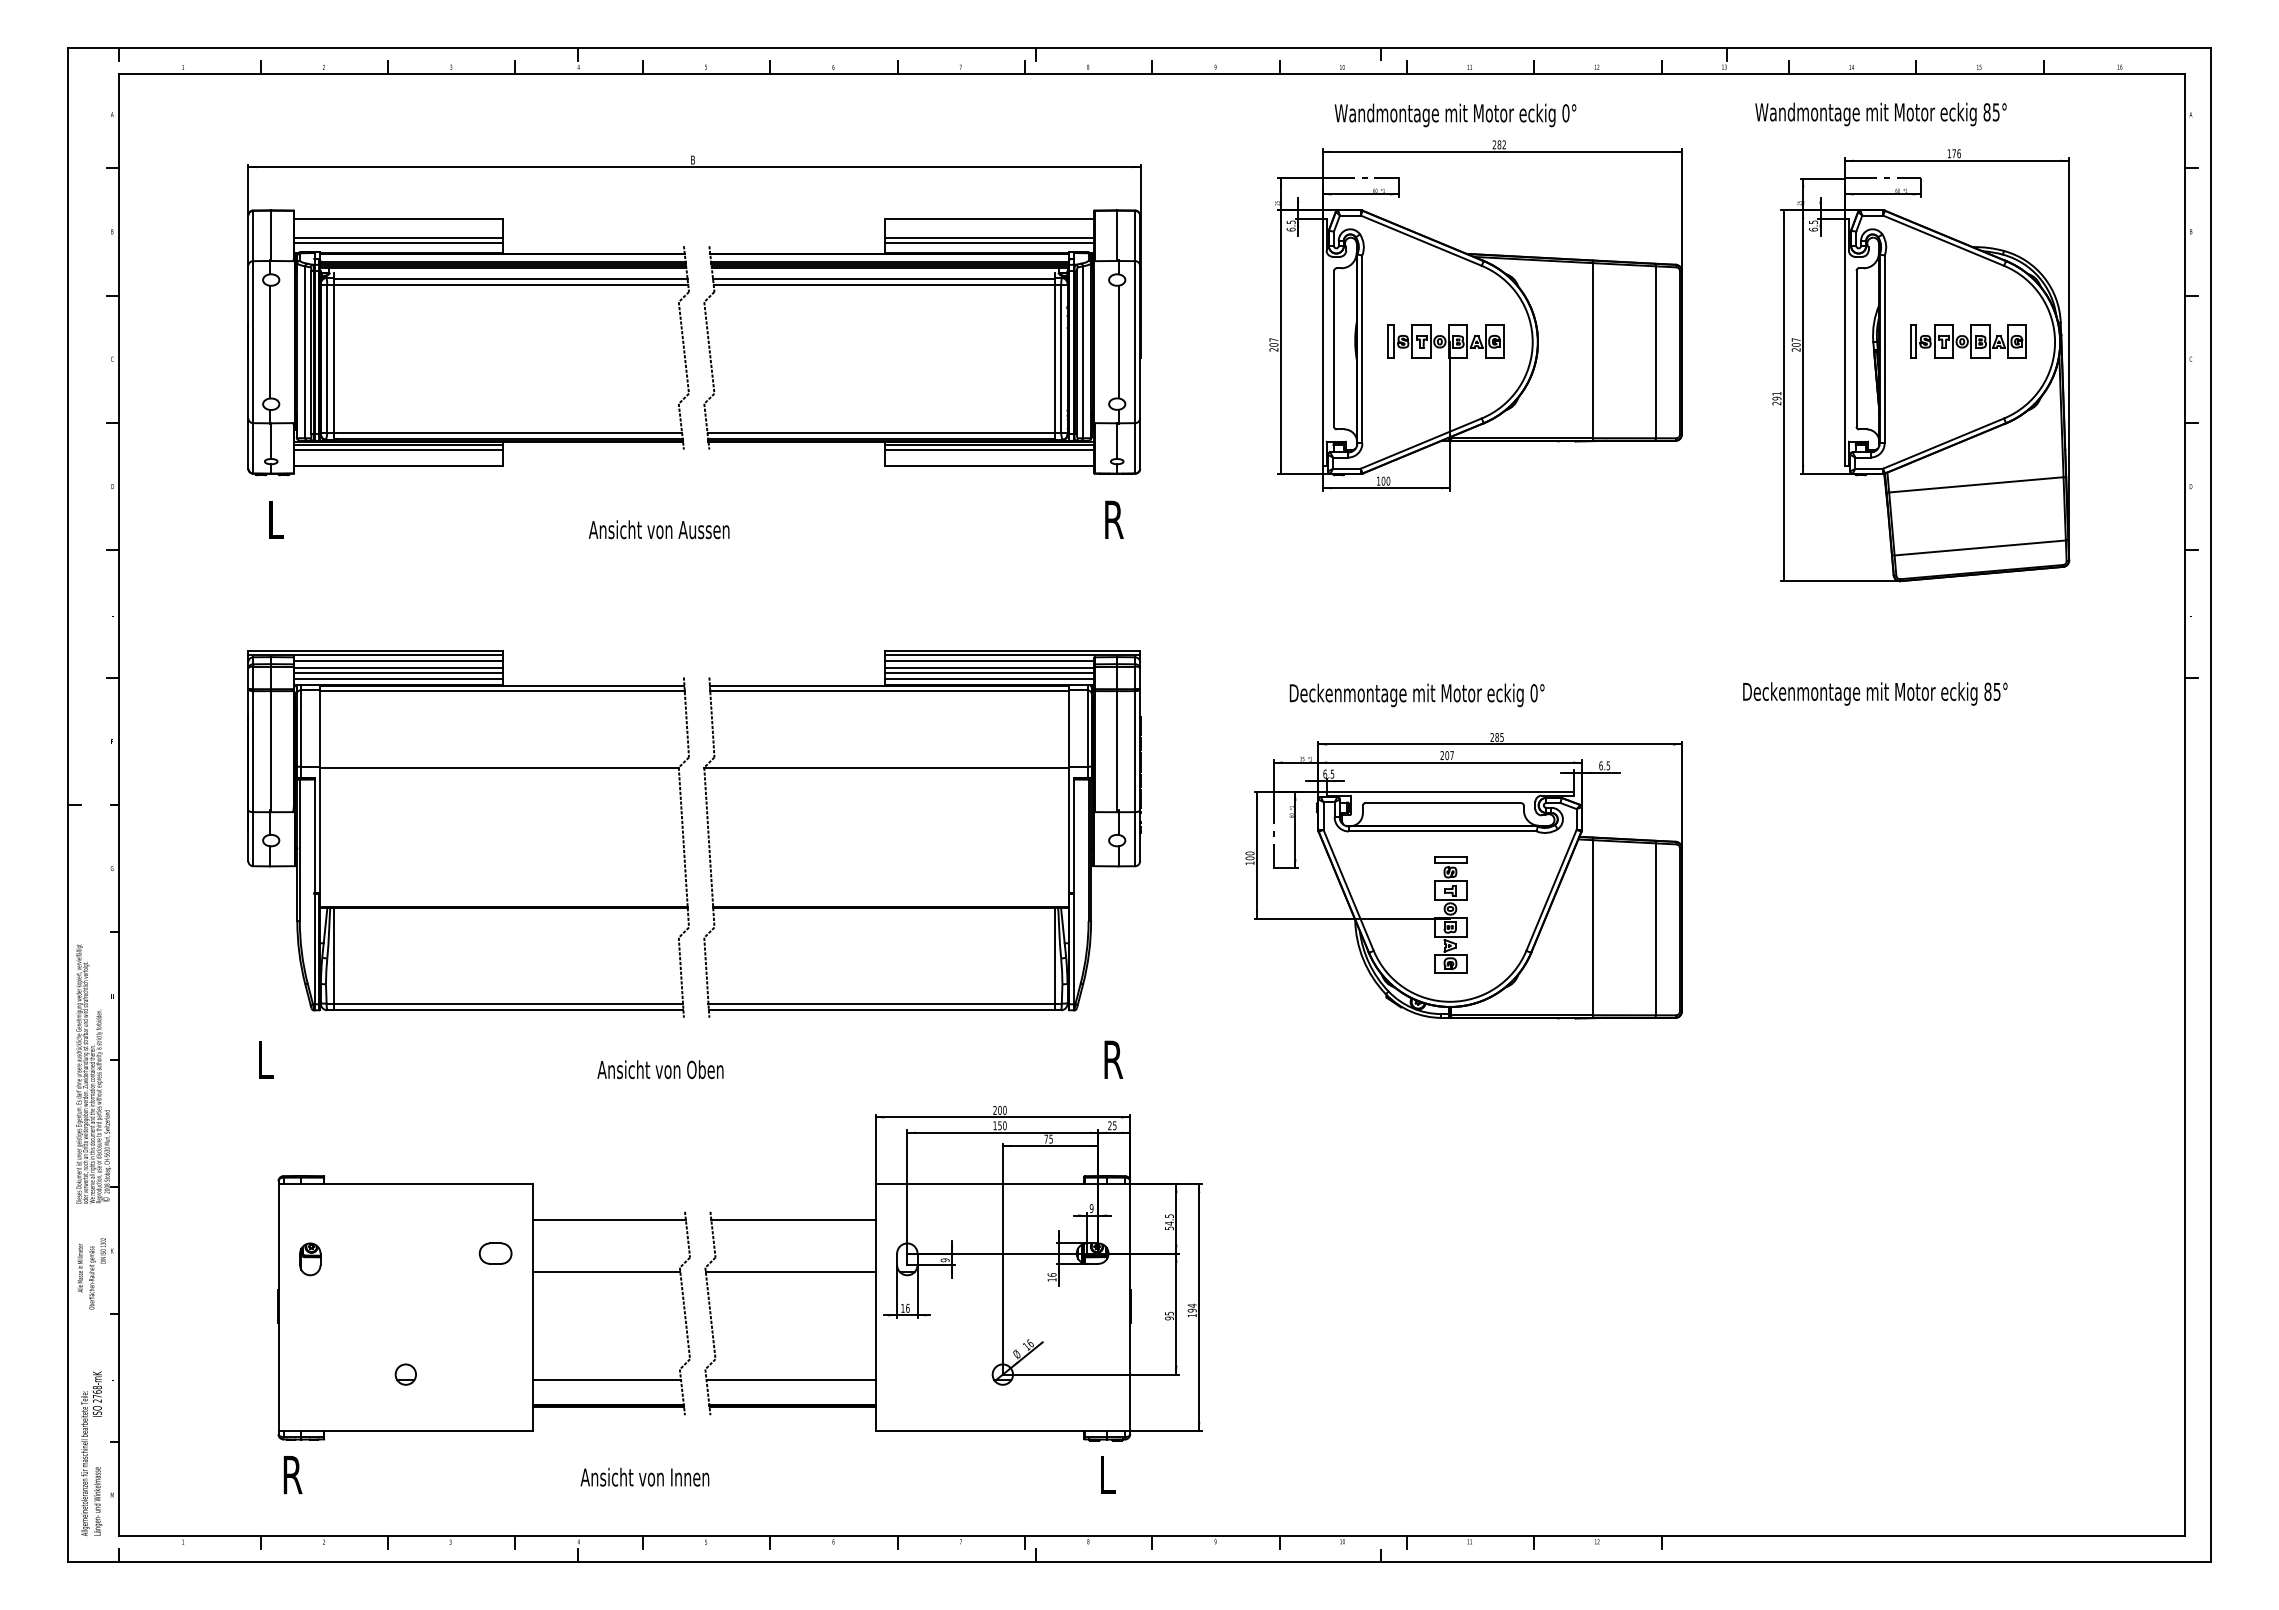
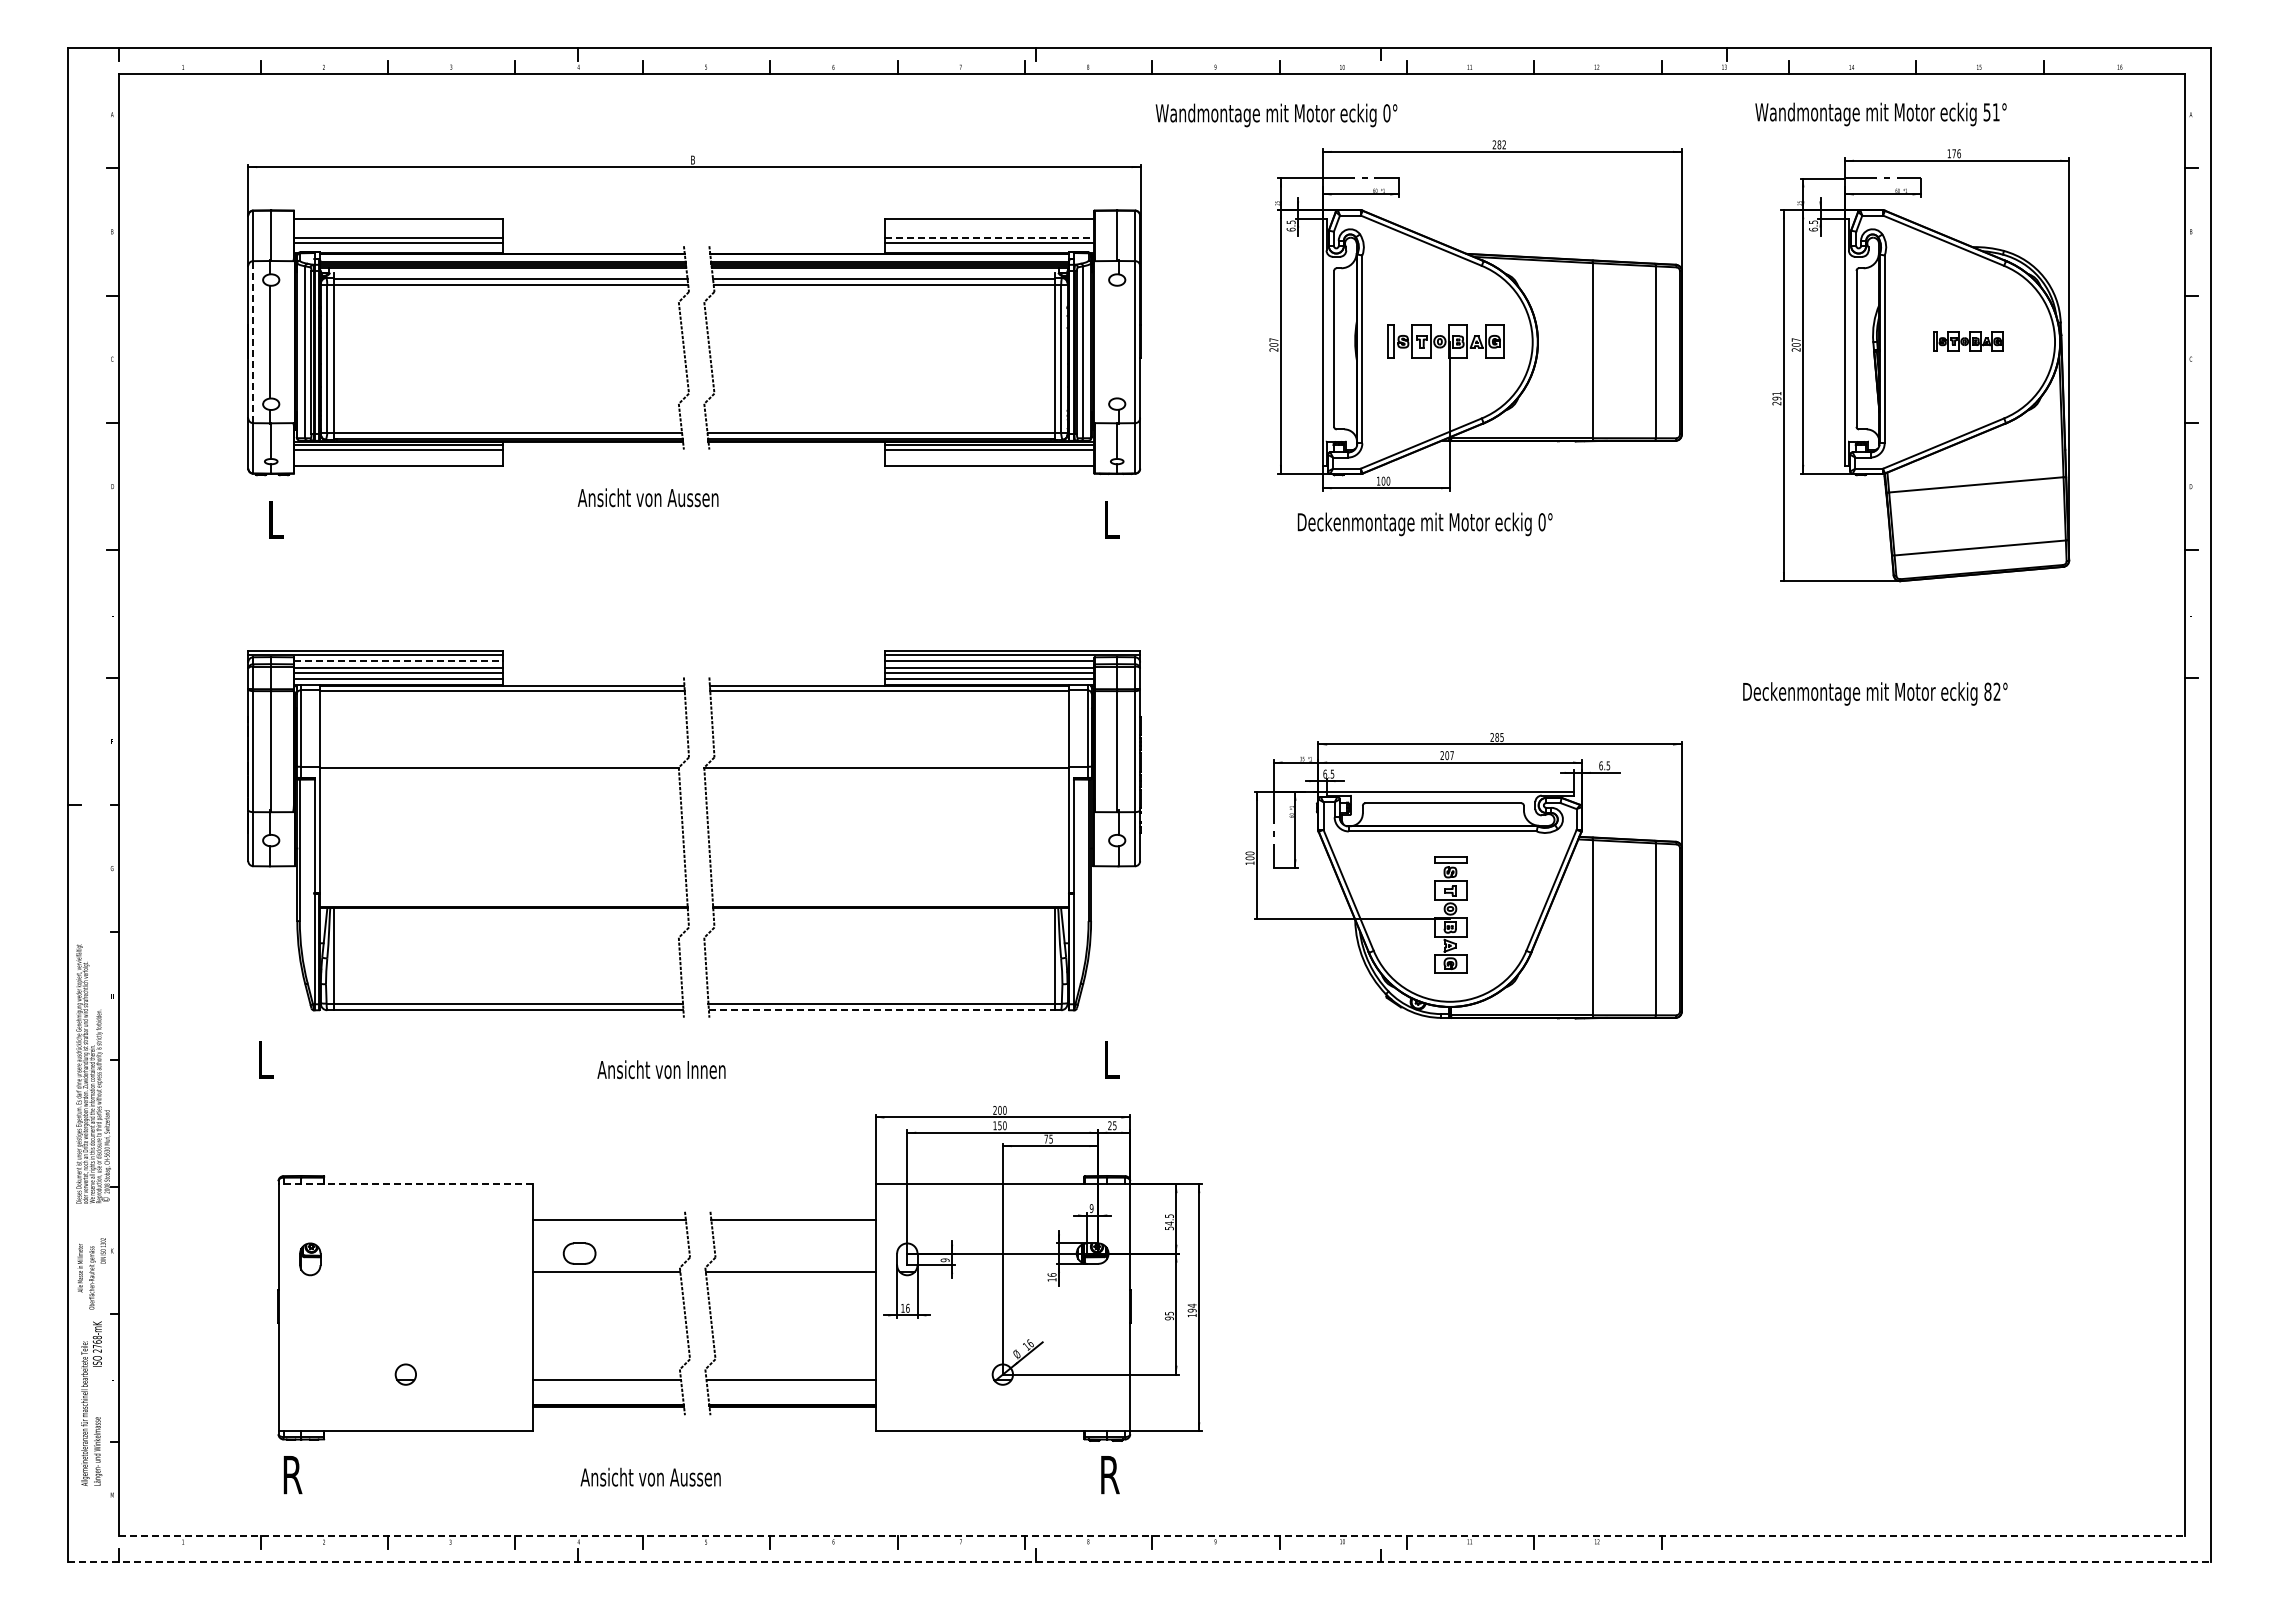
text at (1991, 112): 85° -> 51°
text at (1455, 115) position: (1455, 115) -> (1276, 115)
line at (990, 237): solid -> dashed
line at (253, 341): solid -> dashed
line at (1118, 341): present -> none
part at (1968, 341) size: 117x35 px -> 71x21 px
text at (1114, 519): R -> L
text at (658, 529) position: (658, 529) -> (647, 497)
line at (399, 661): solid -> dashed
text at (1996, 691): 85° -> 82°
text at (1416, 695) position: (1416, 695) -> (1424, 524)
line at (881, 1009): solid -> dashed
text at (1113, 1059): R -> L
text at (706, 1069): Ansicht von Oben -> Ansicht von Innen
line at (405, 1184): solid -> dashed
part at (495, 1253) position: (495, 1253) -> (579, 1253)
text at (91, 1453) position: (91, 1453) -> (91, 1403)
text at (1110, 1475): L -> R
text at (695, 1477): Ansicht von Innen -> Ansicht von Aussen
line at (1152, 1536): solid -> dashed
line at (1139, 1561): solid -> dashed
